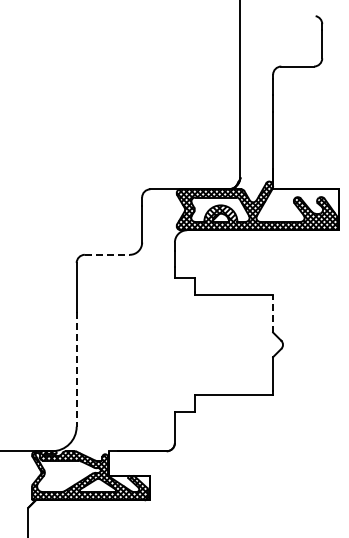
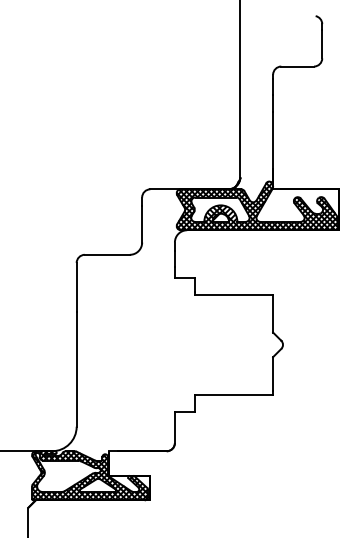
line at (107, 254): dashed -> solid
line at (273, 313): dashed -> solid
line at (76, 369): dashed -> solid
